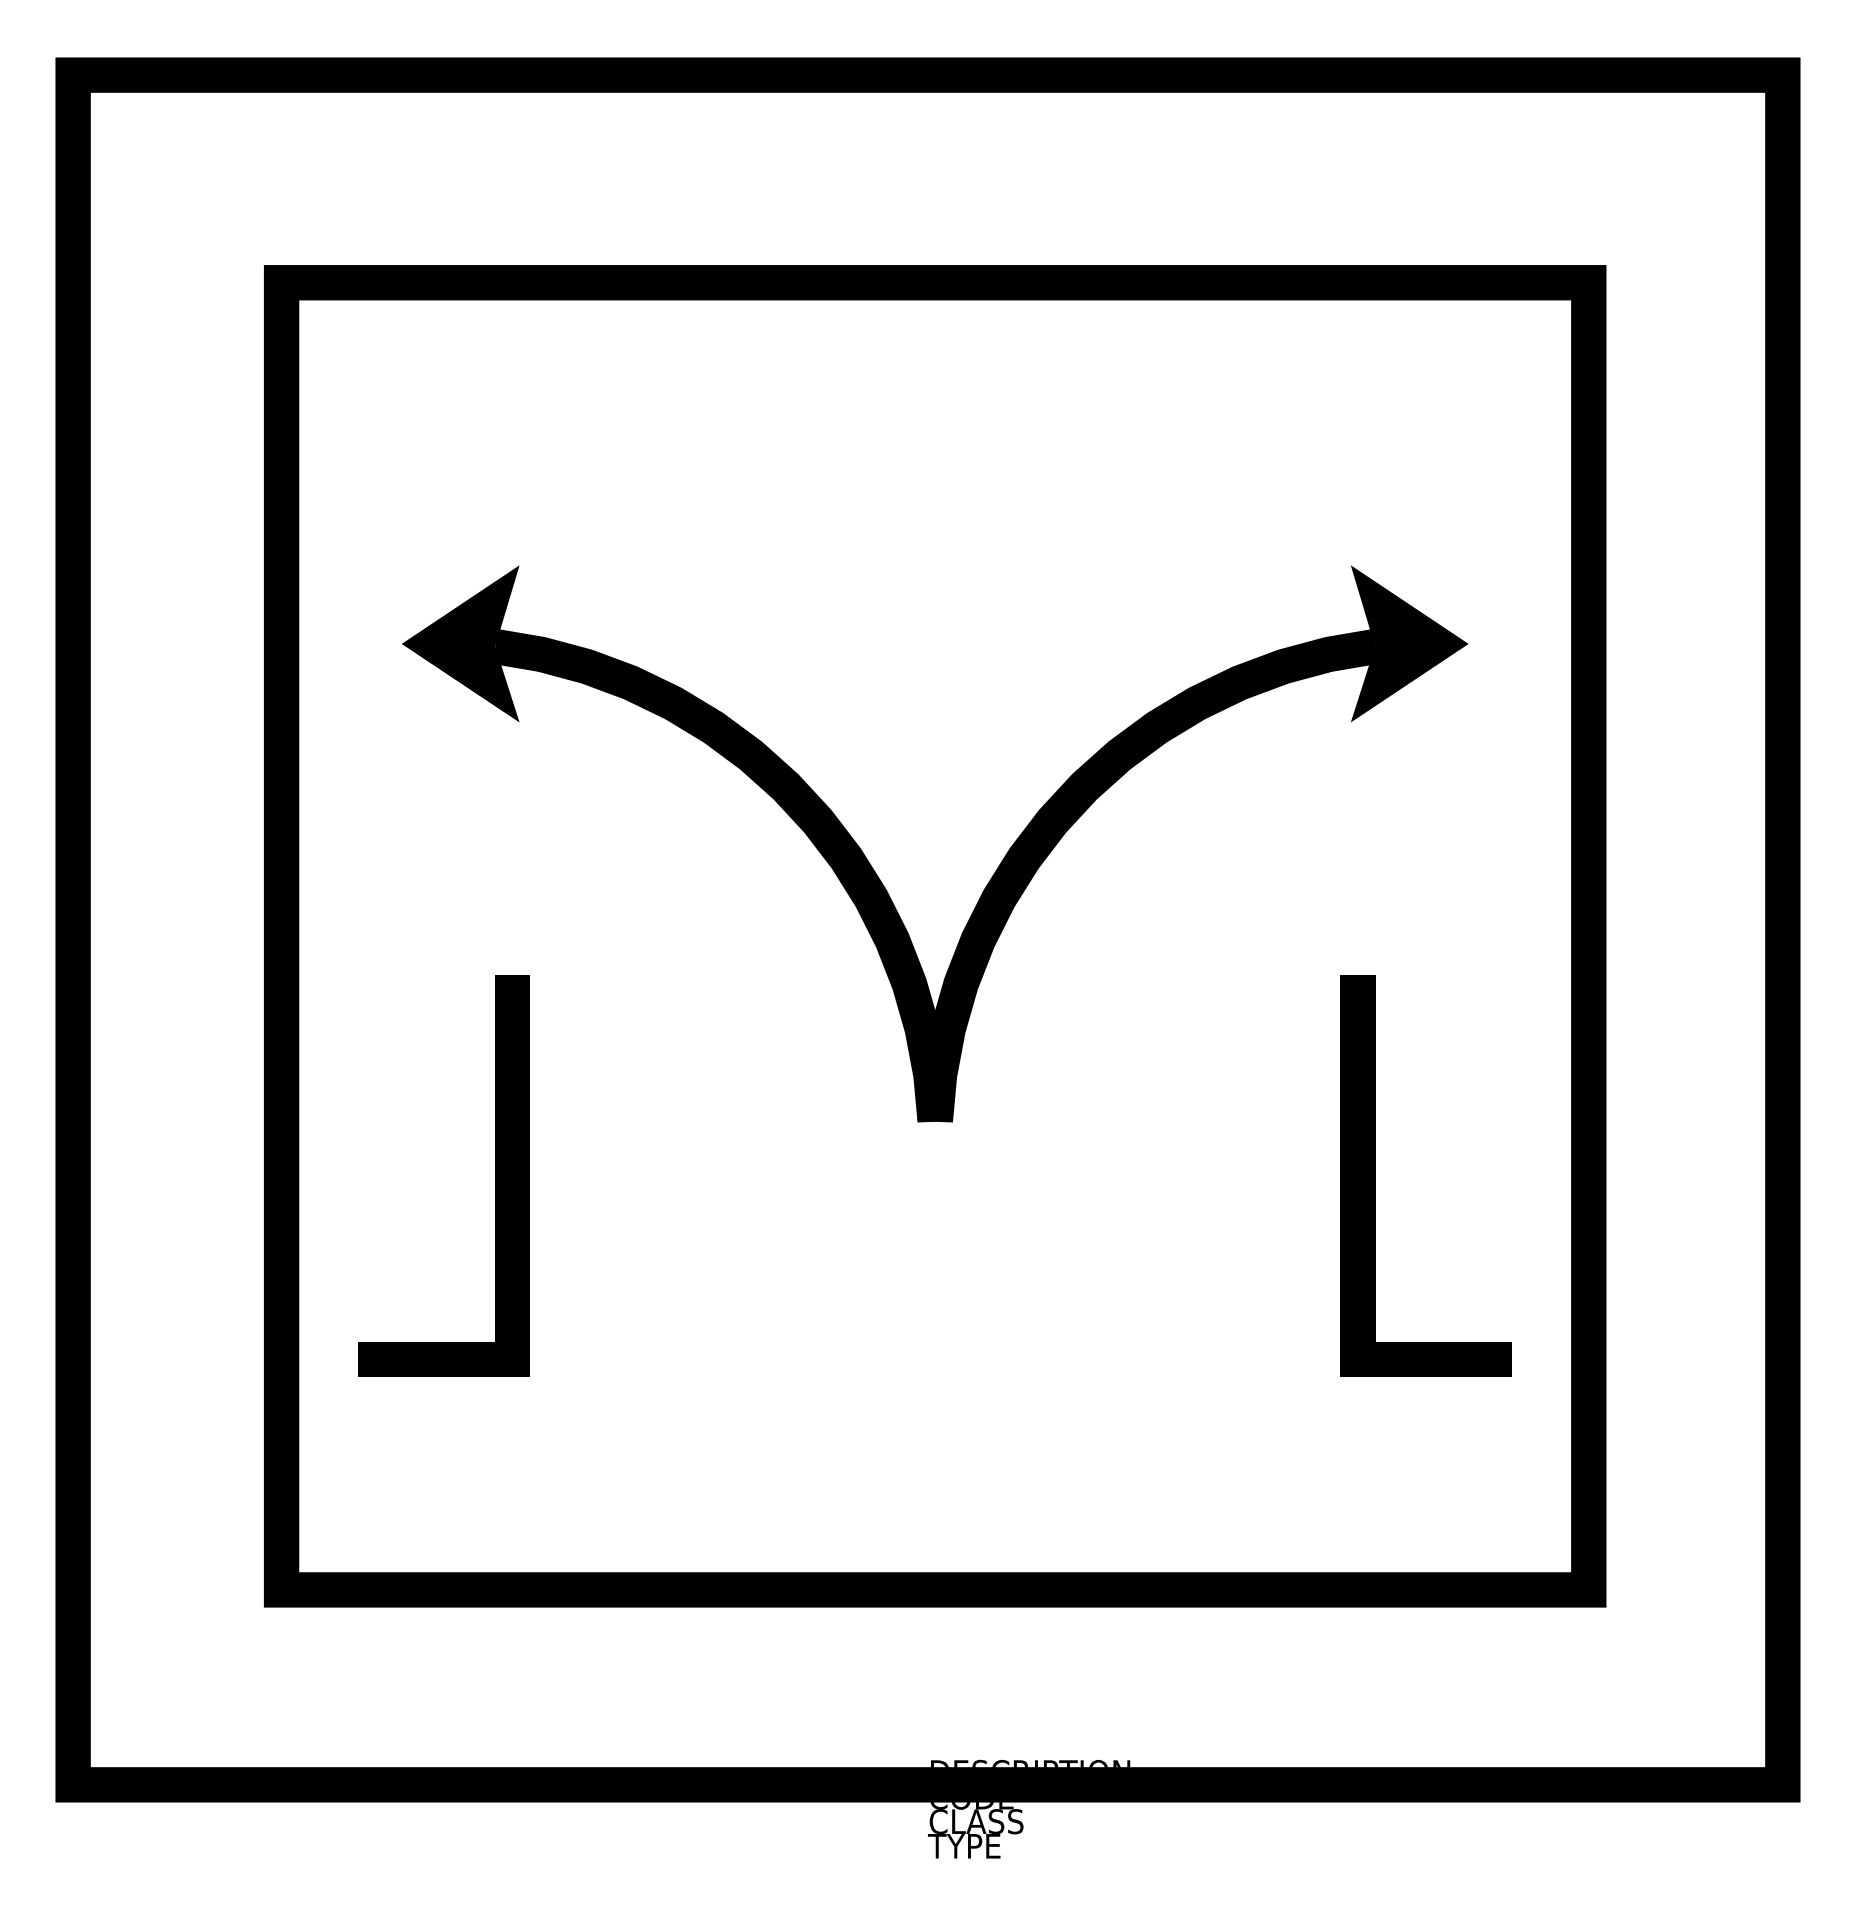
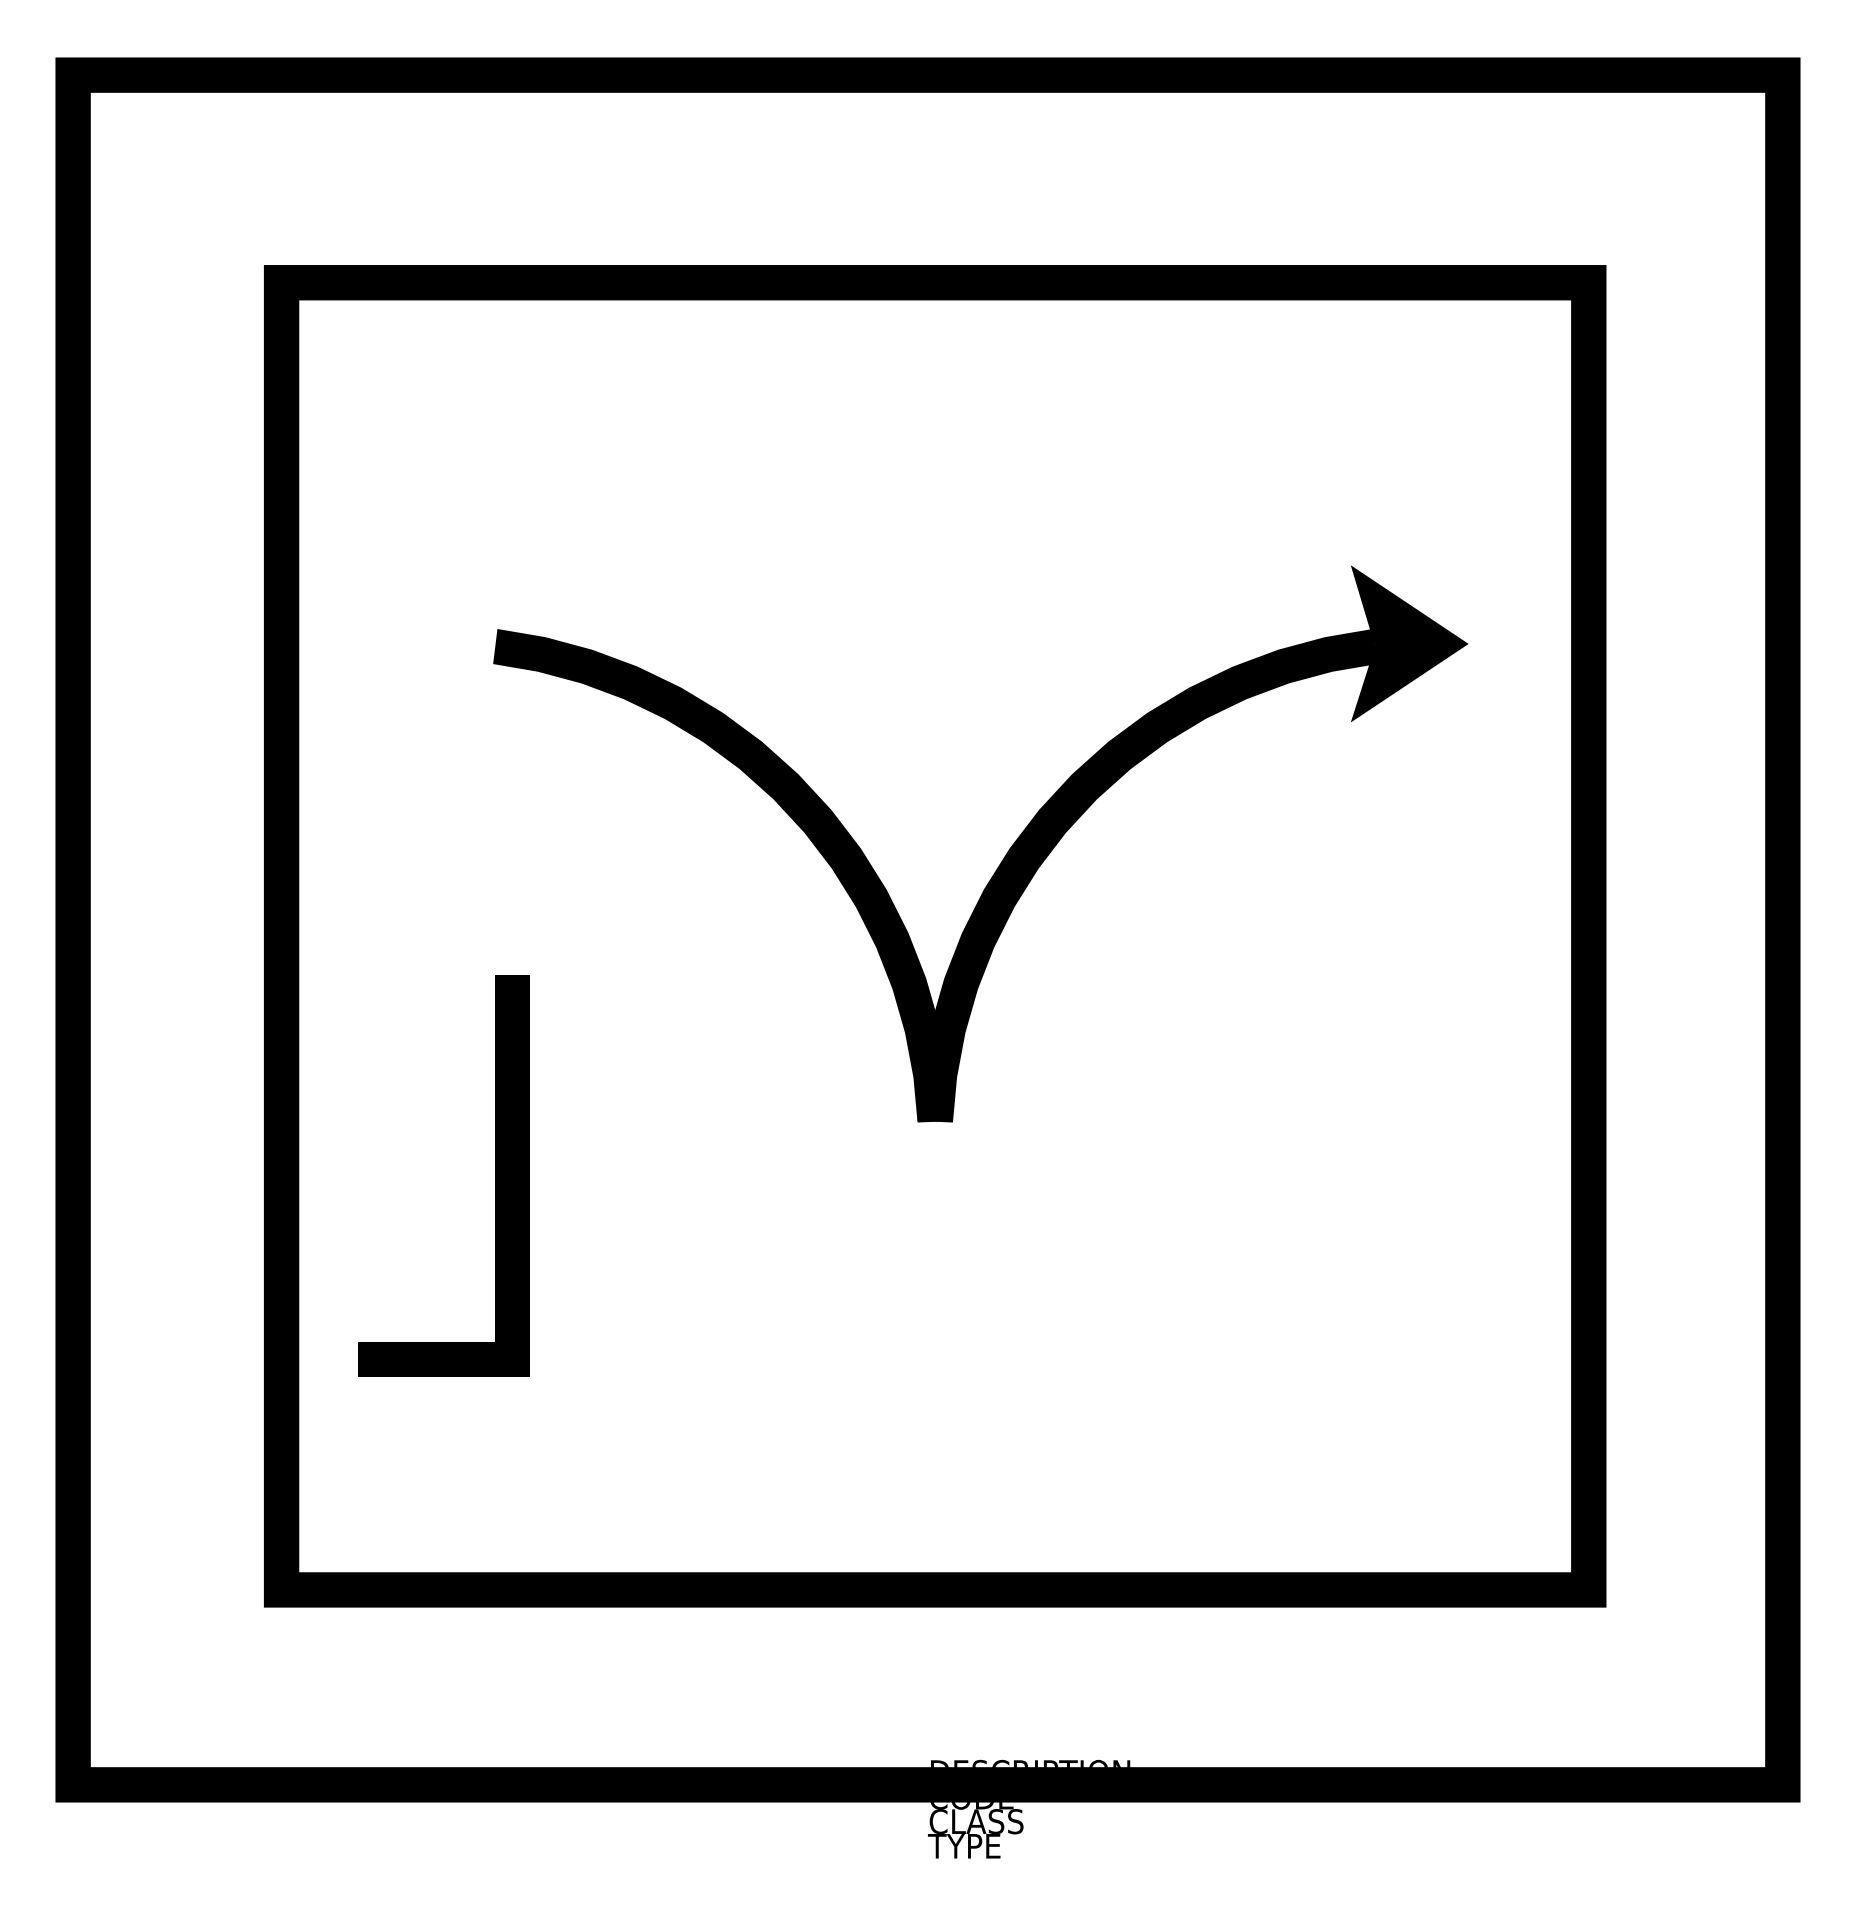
fill at (460, 643): present -> none
line at (1375, 1175): present -> none
